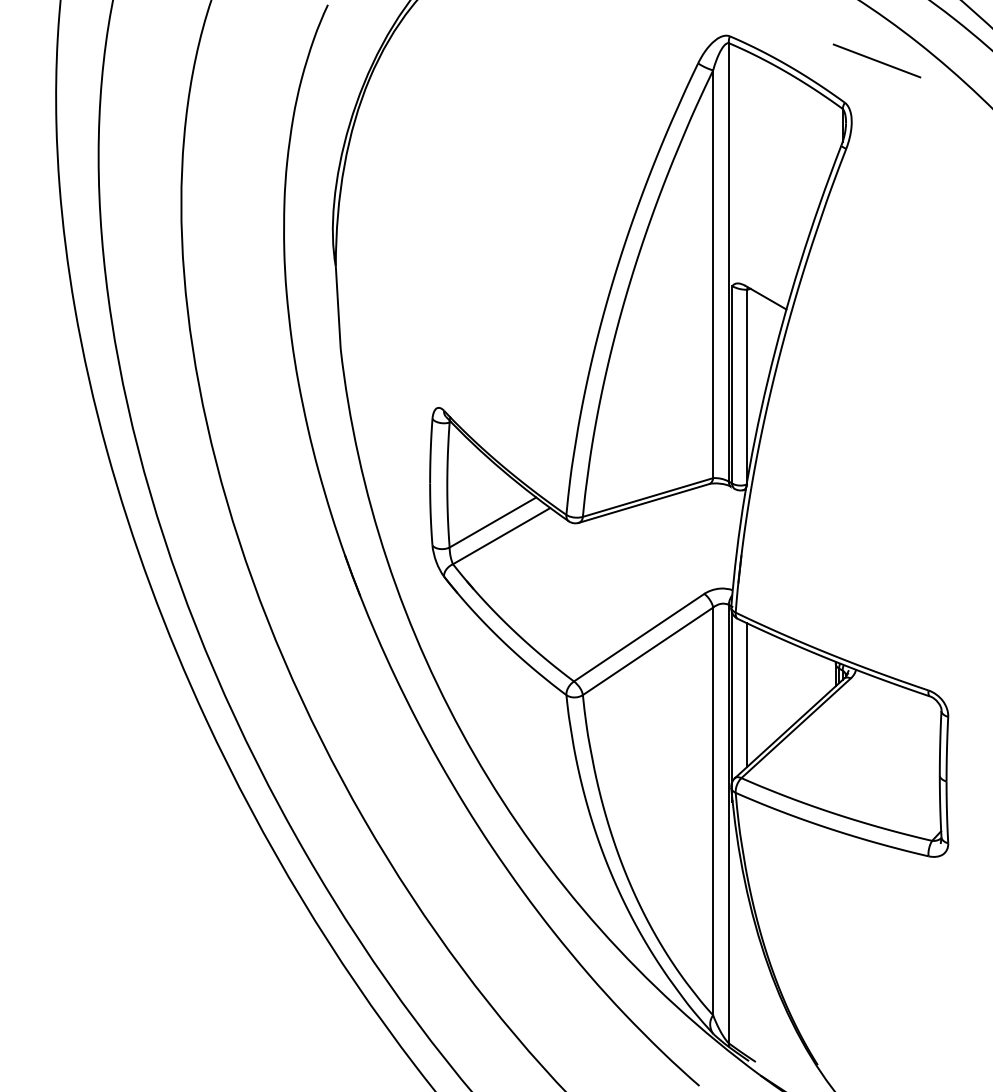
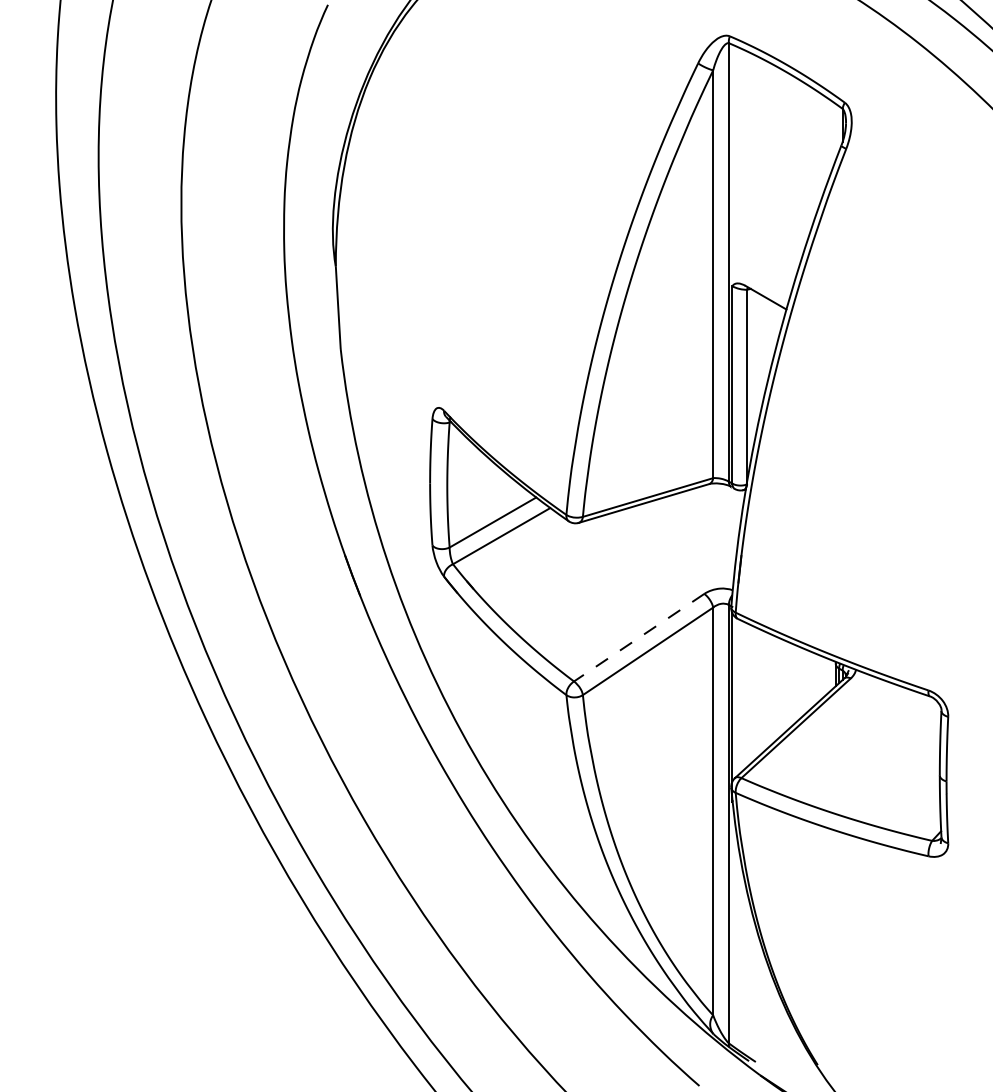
line at (876, 60): present -> none
line at (638, 637): solid -> dashed
line at (747, 694): present -> none
